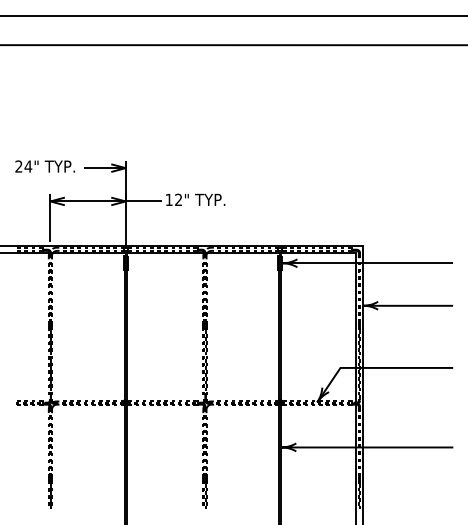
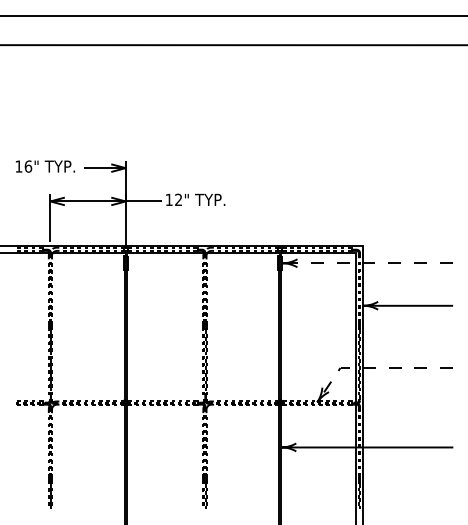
text at (23, 166): 24" -> 16"
line at (367, 263): solid -> dashed
line at (375, 367): solid -> dashed
